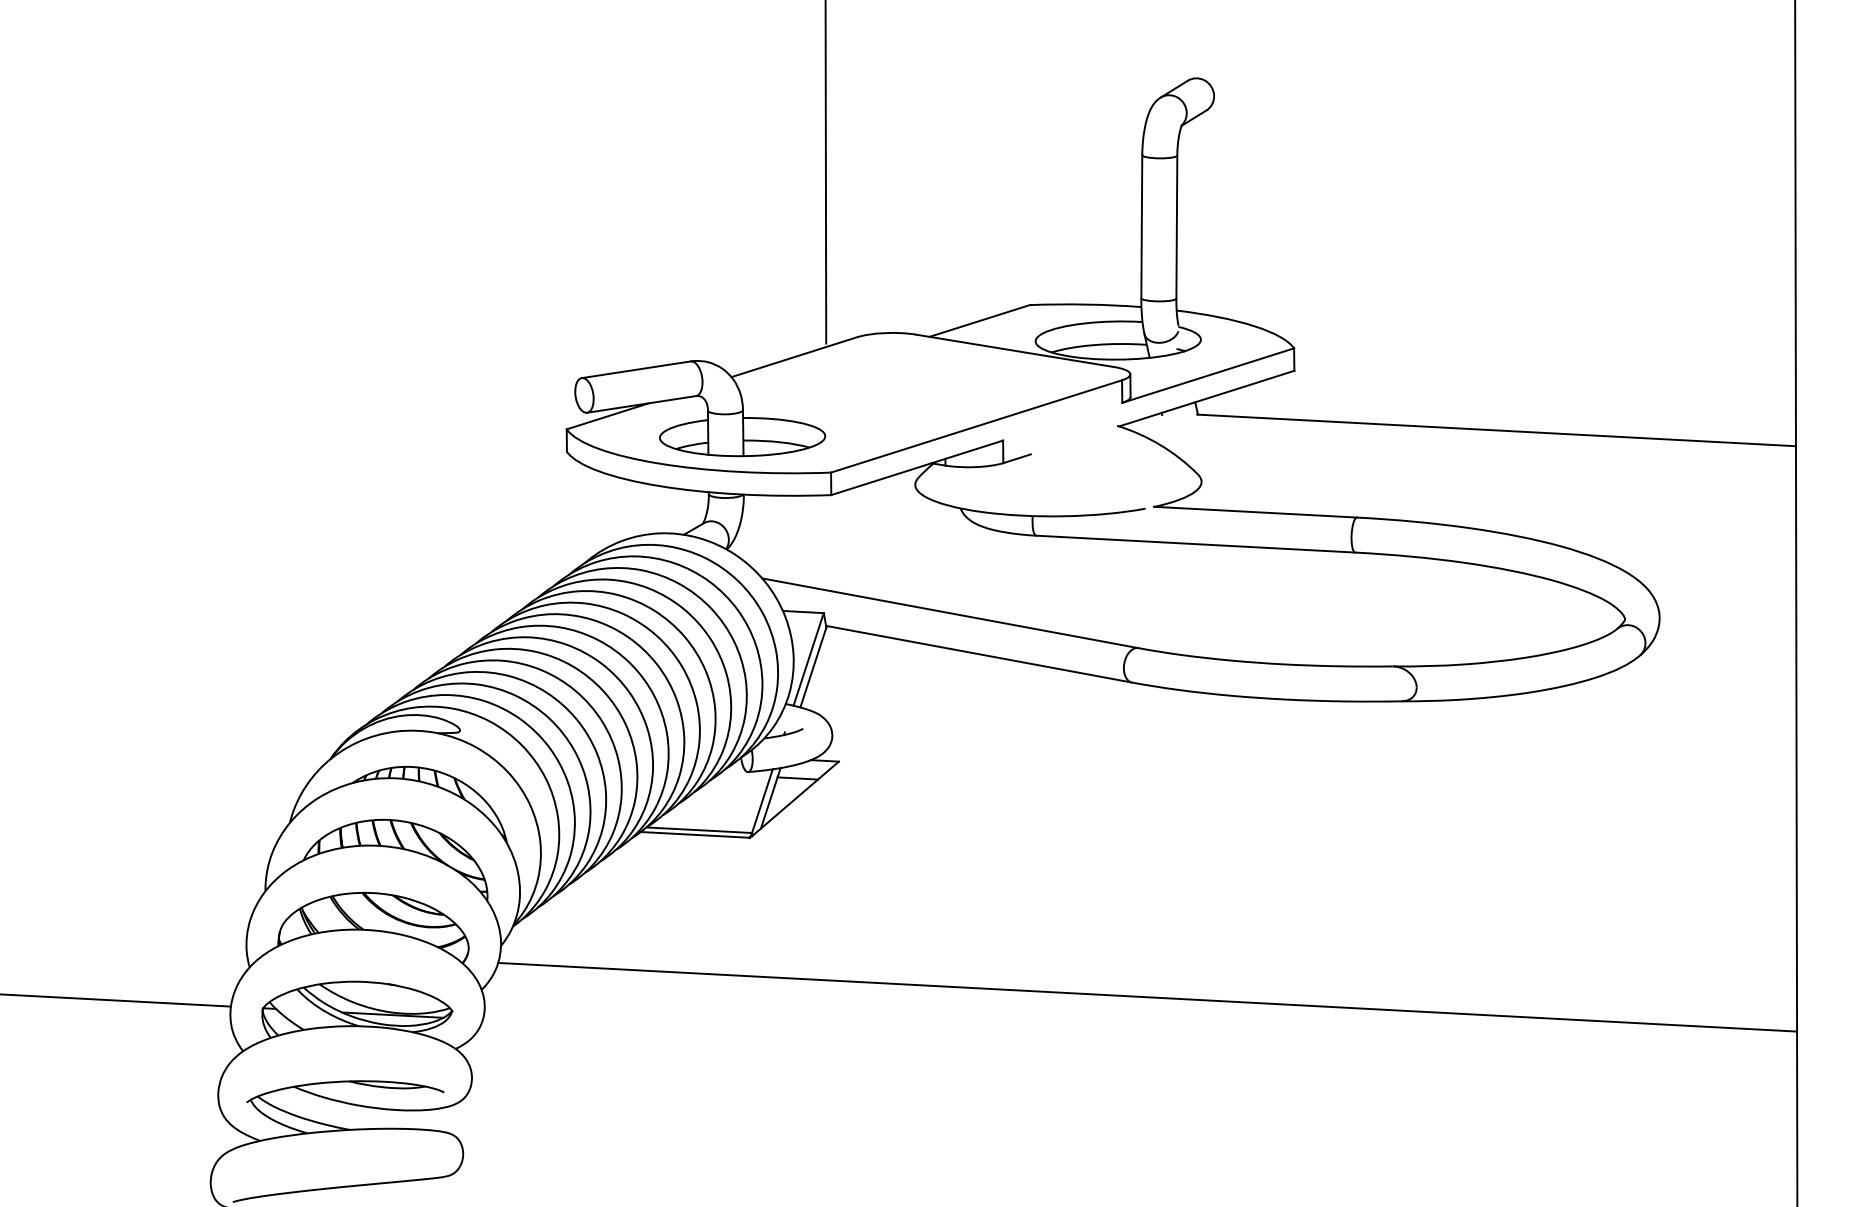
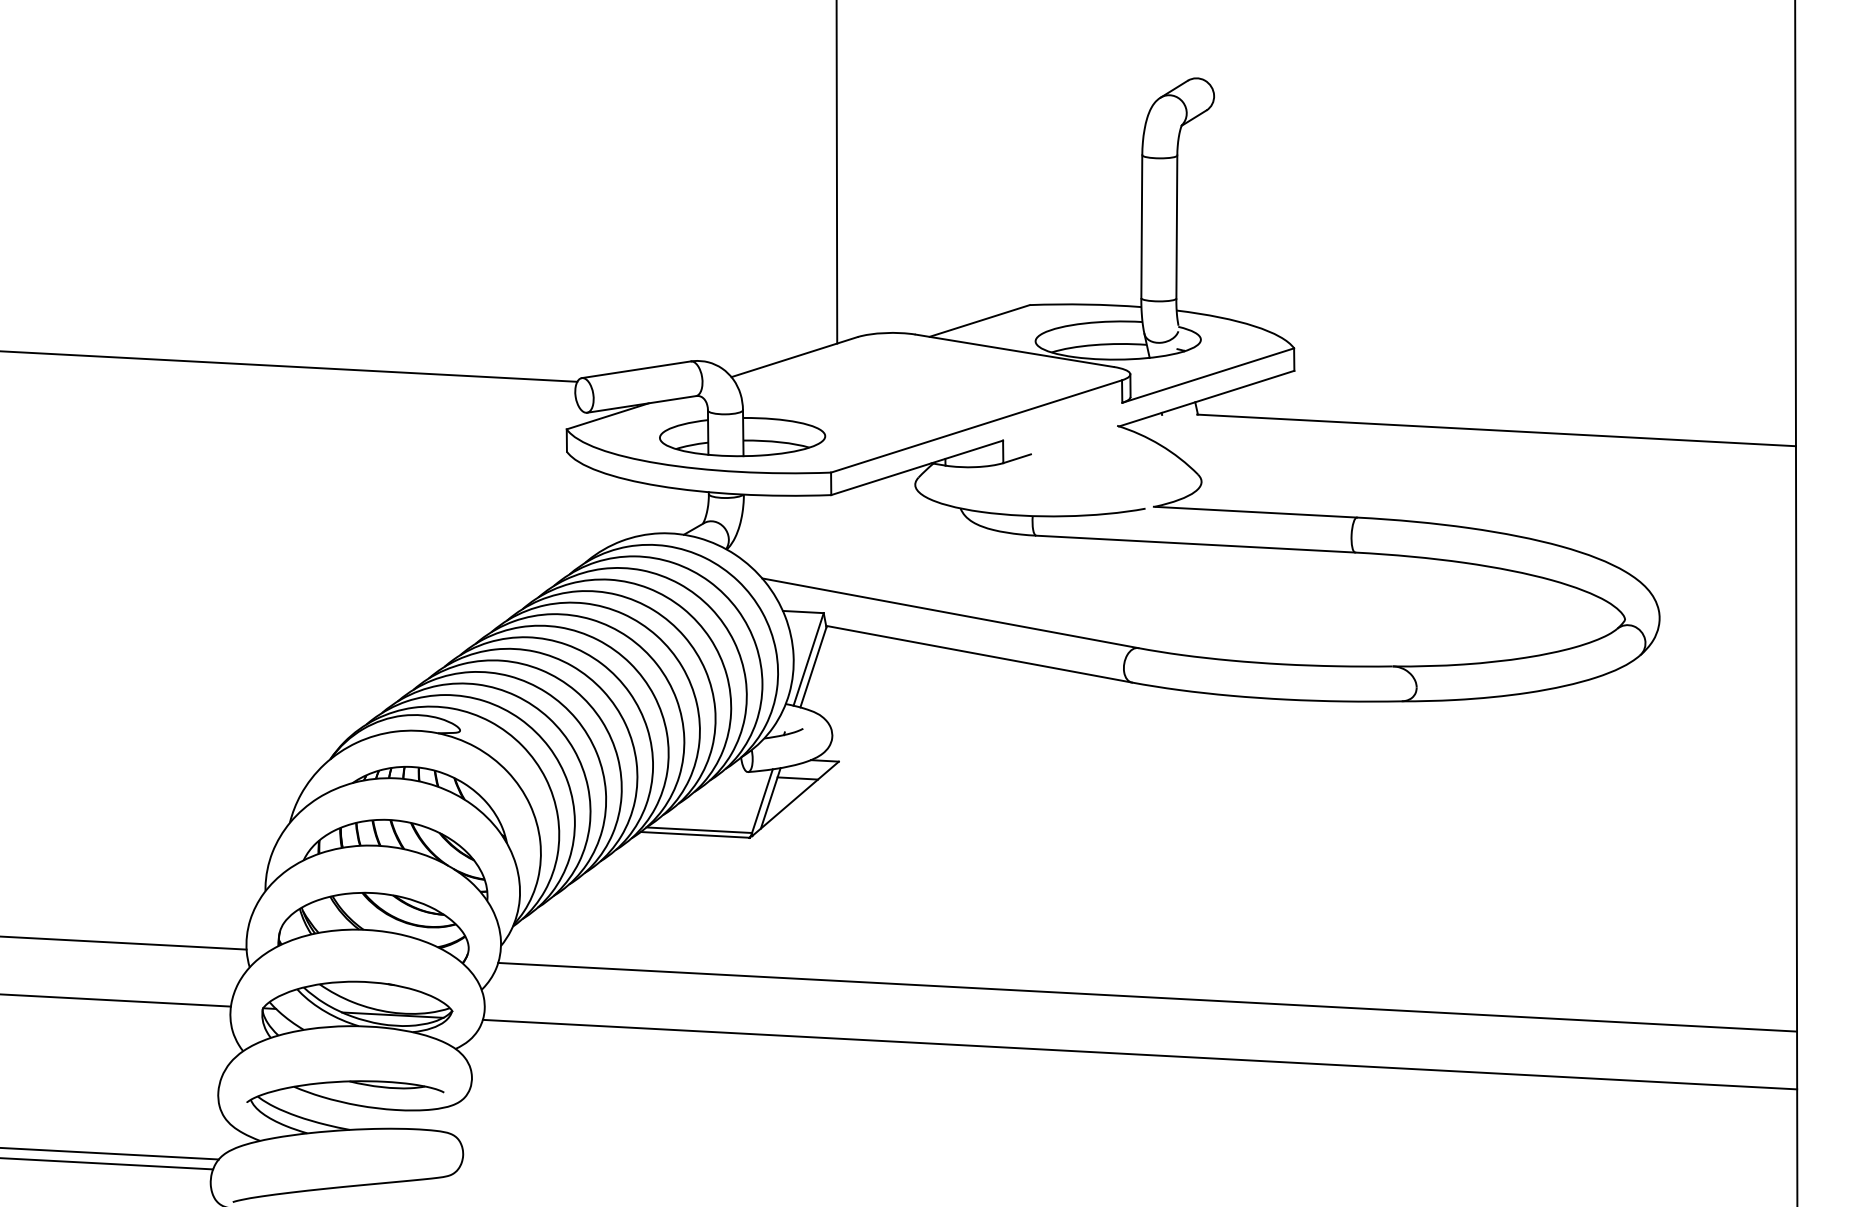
line at (825, 172) position: (825, 172) -> (836, 172)
line at (289, 366): none -> present
line at (124, 942): none -> present
line at (1139, 1054): none -> present
line at (110, 1153): none -> present
line at (107, 1163): none -> present
